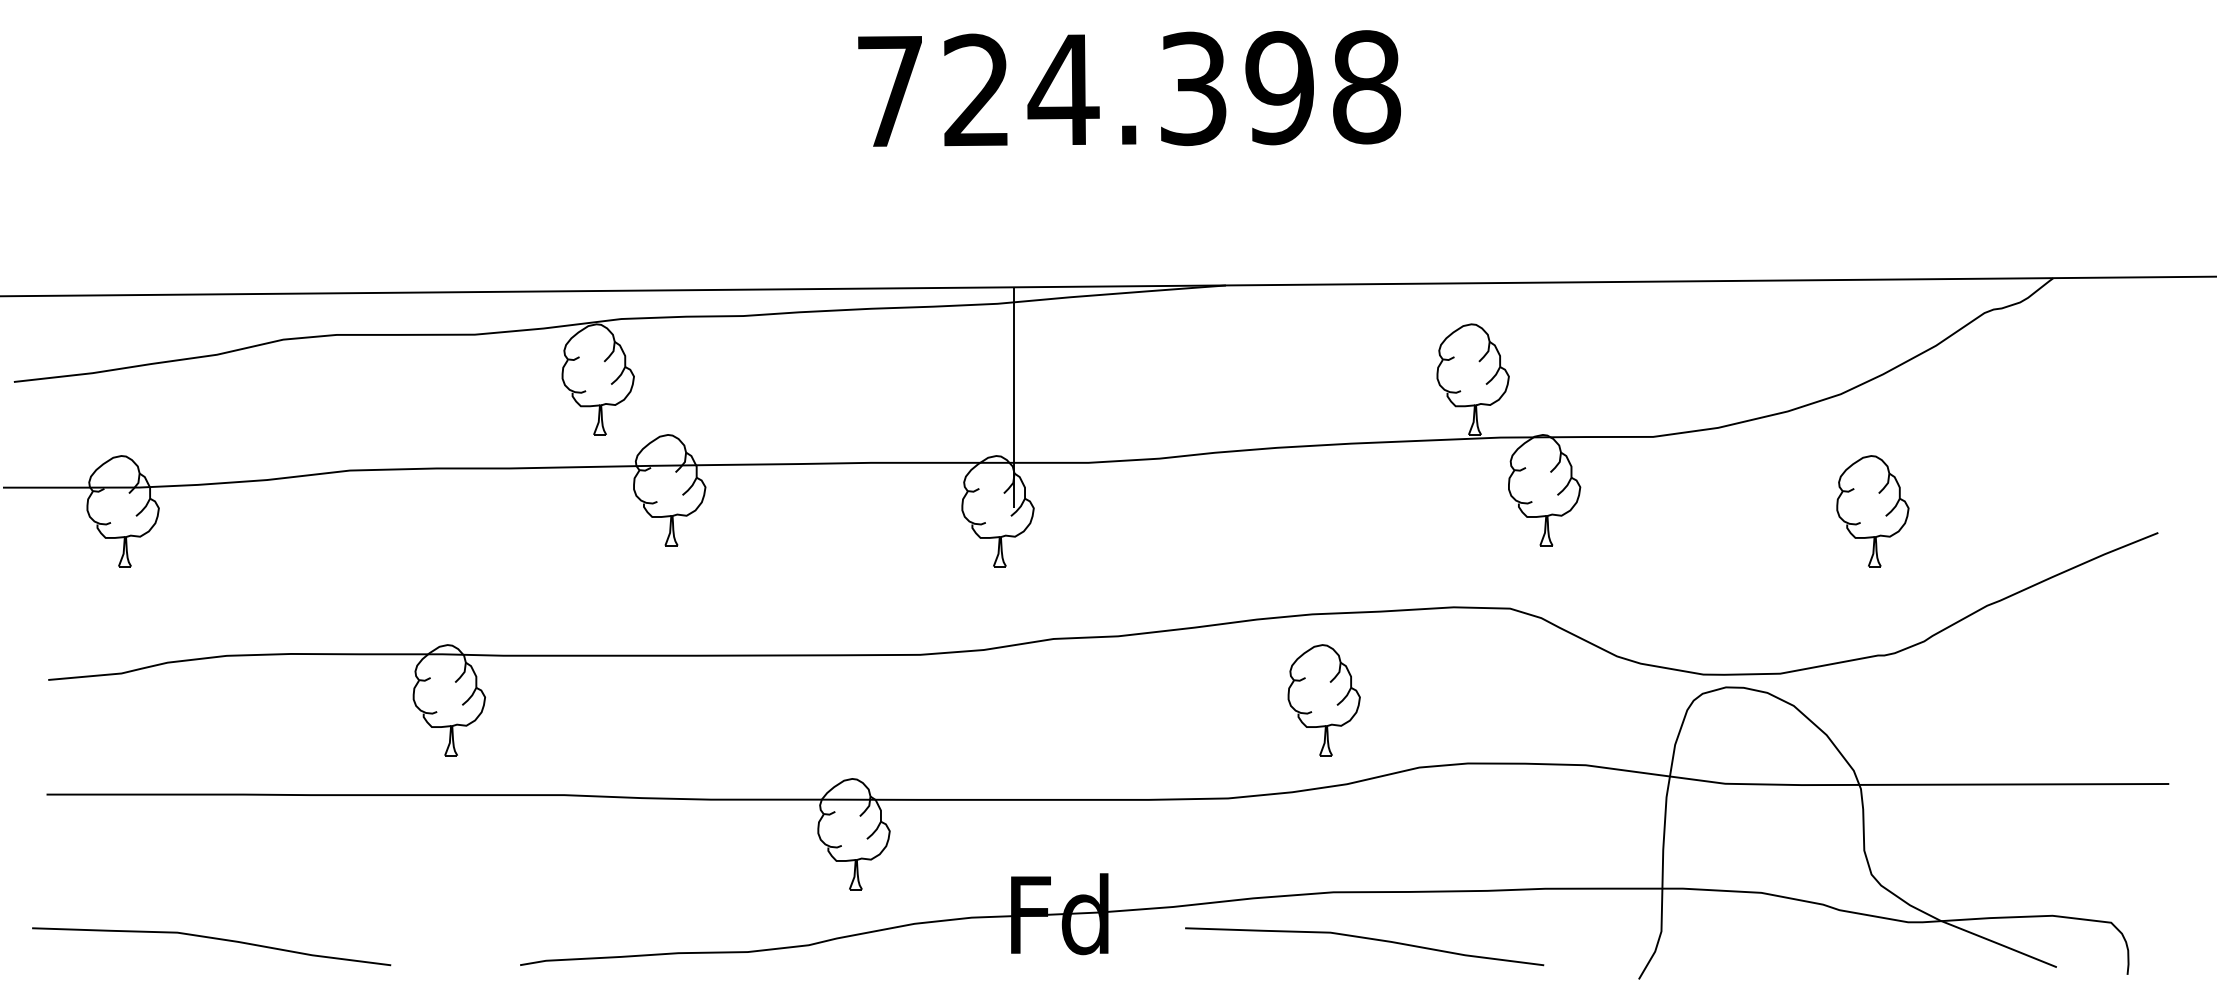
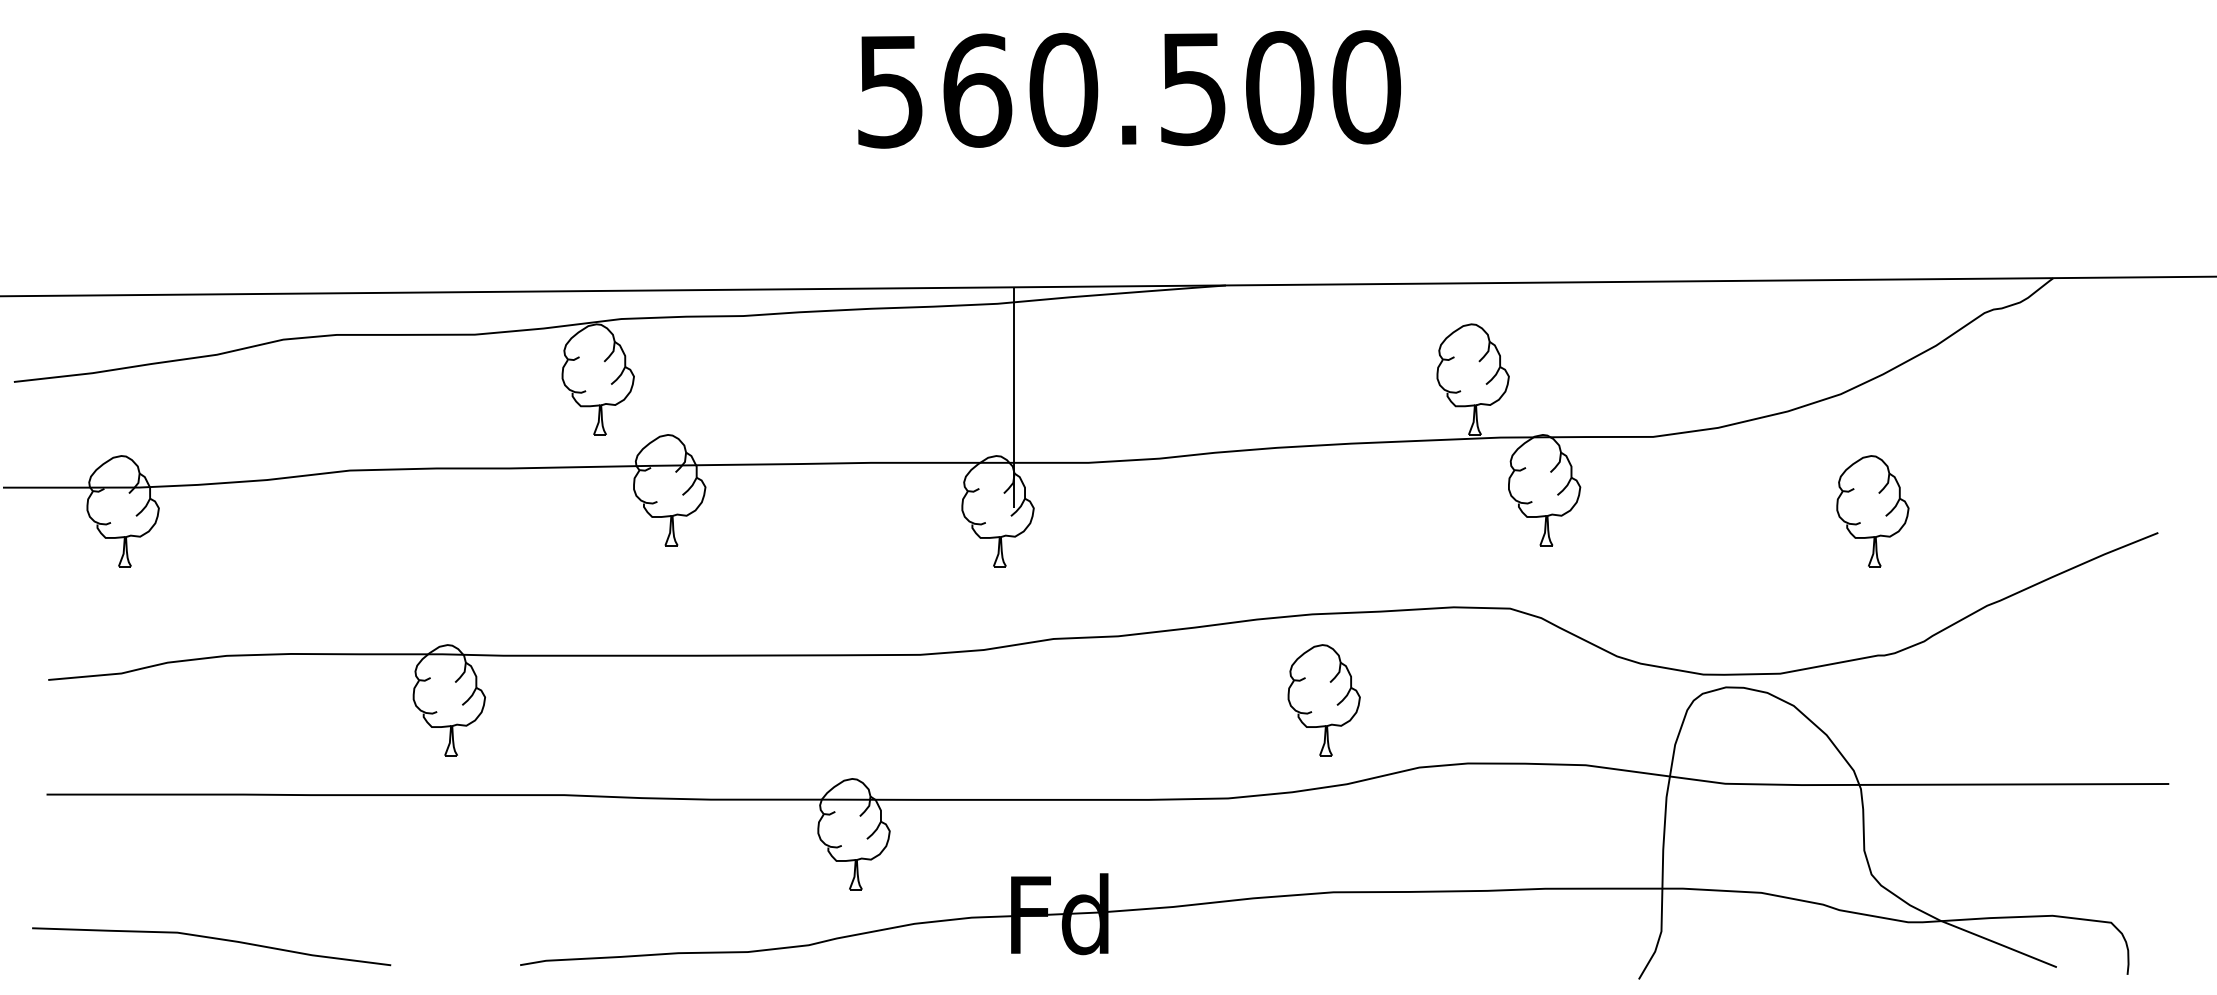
text at (1129, 89): 724.398 -> 560.500
curve at (1366, 939): present -> none
